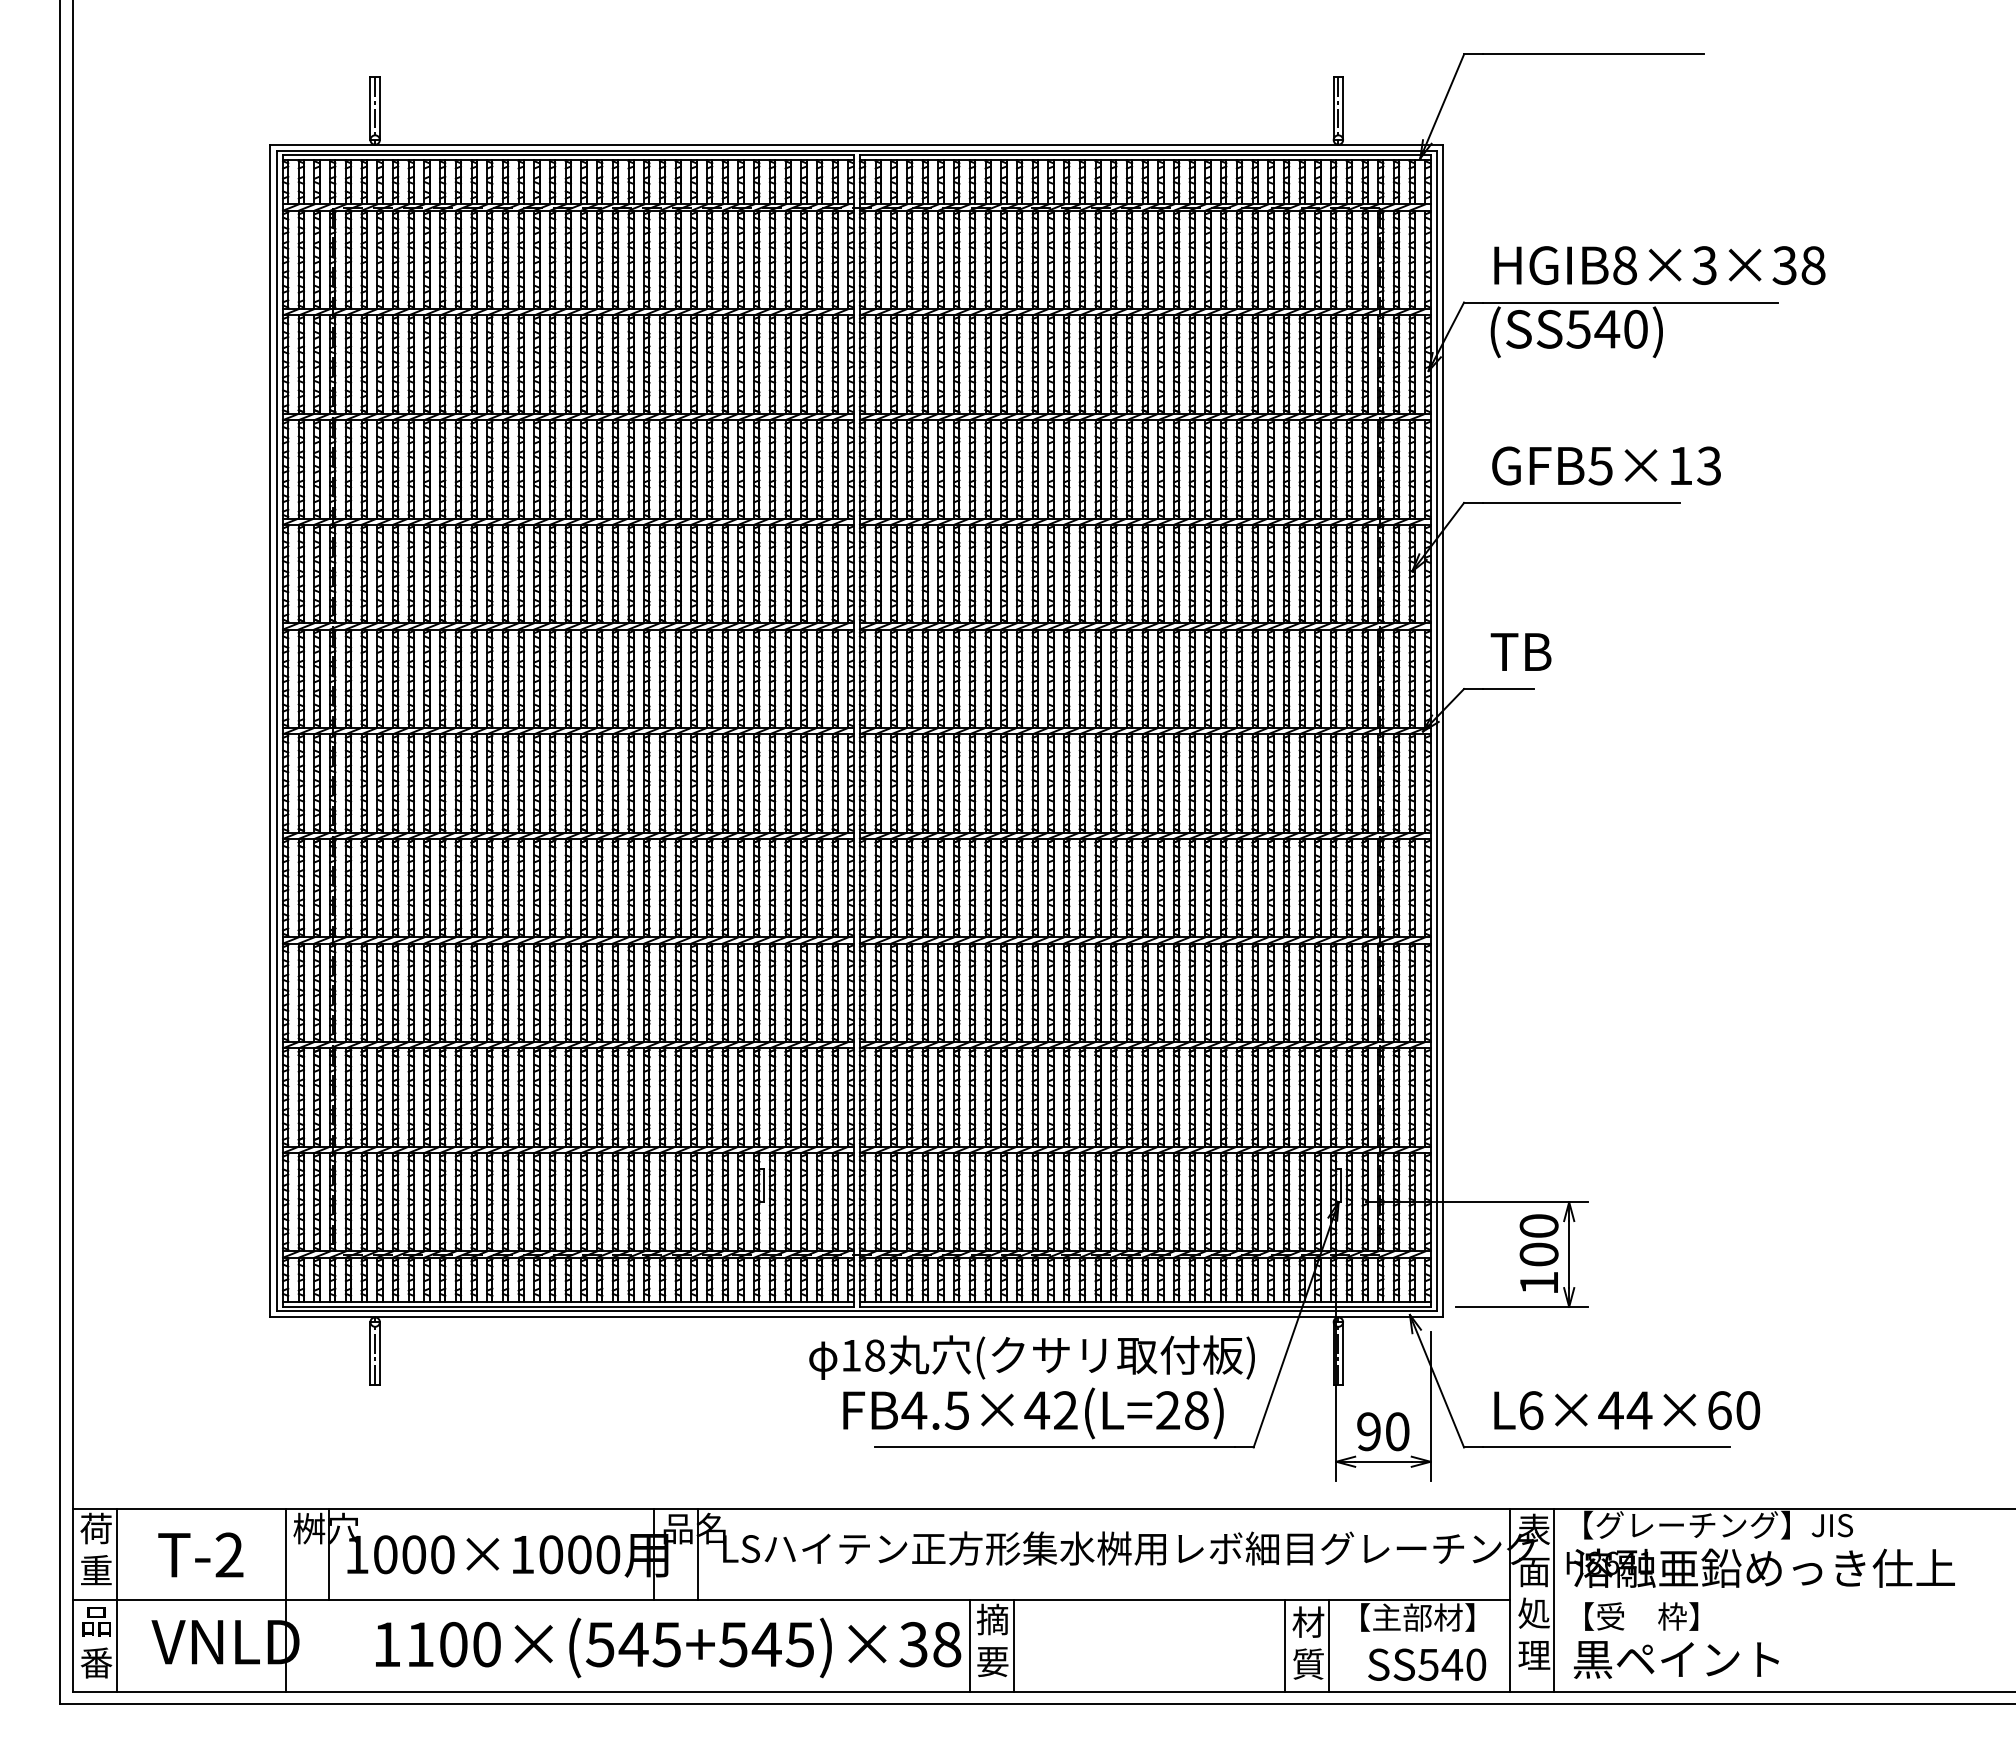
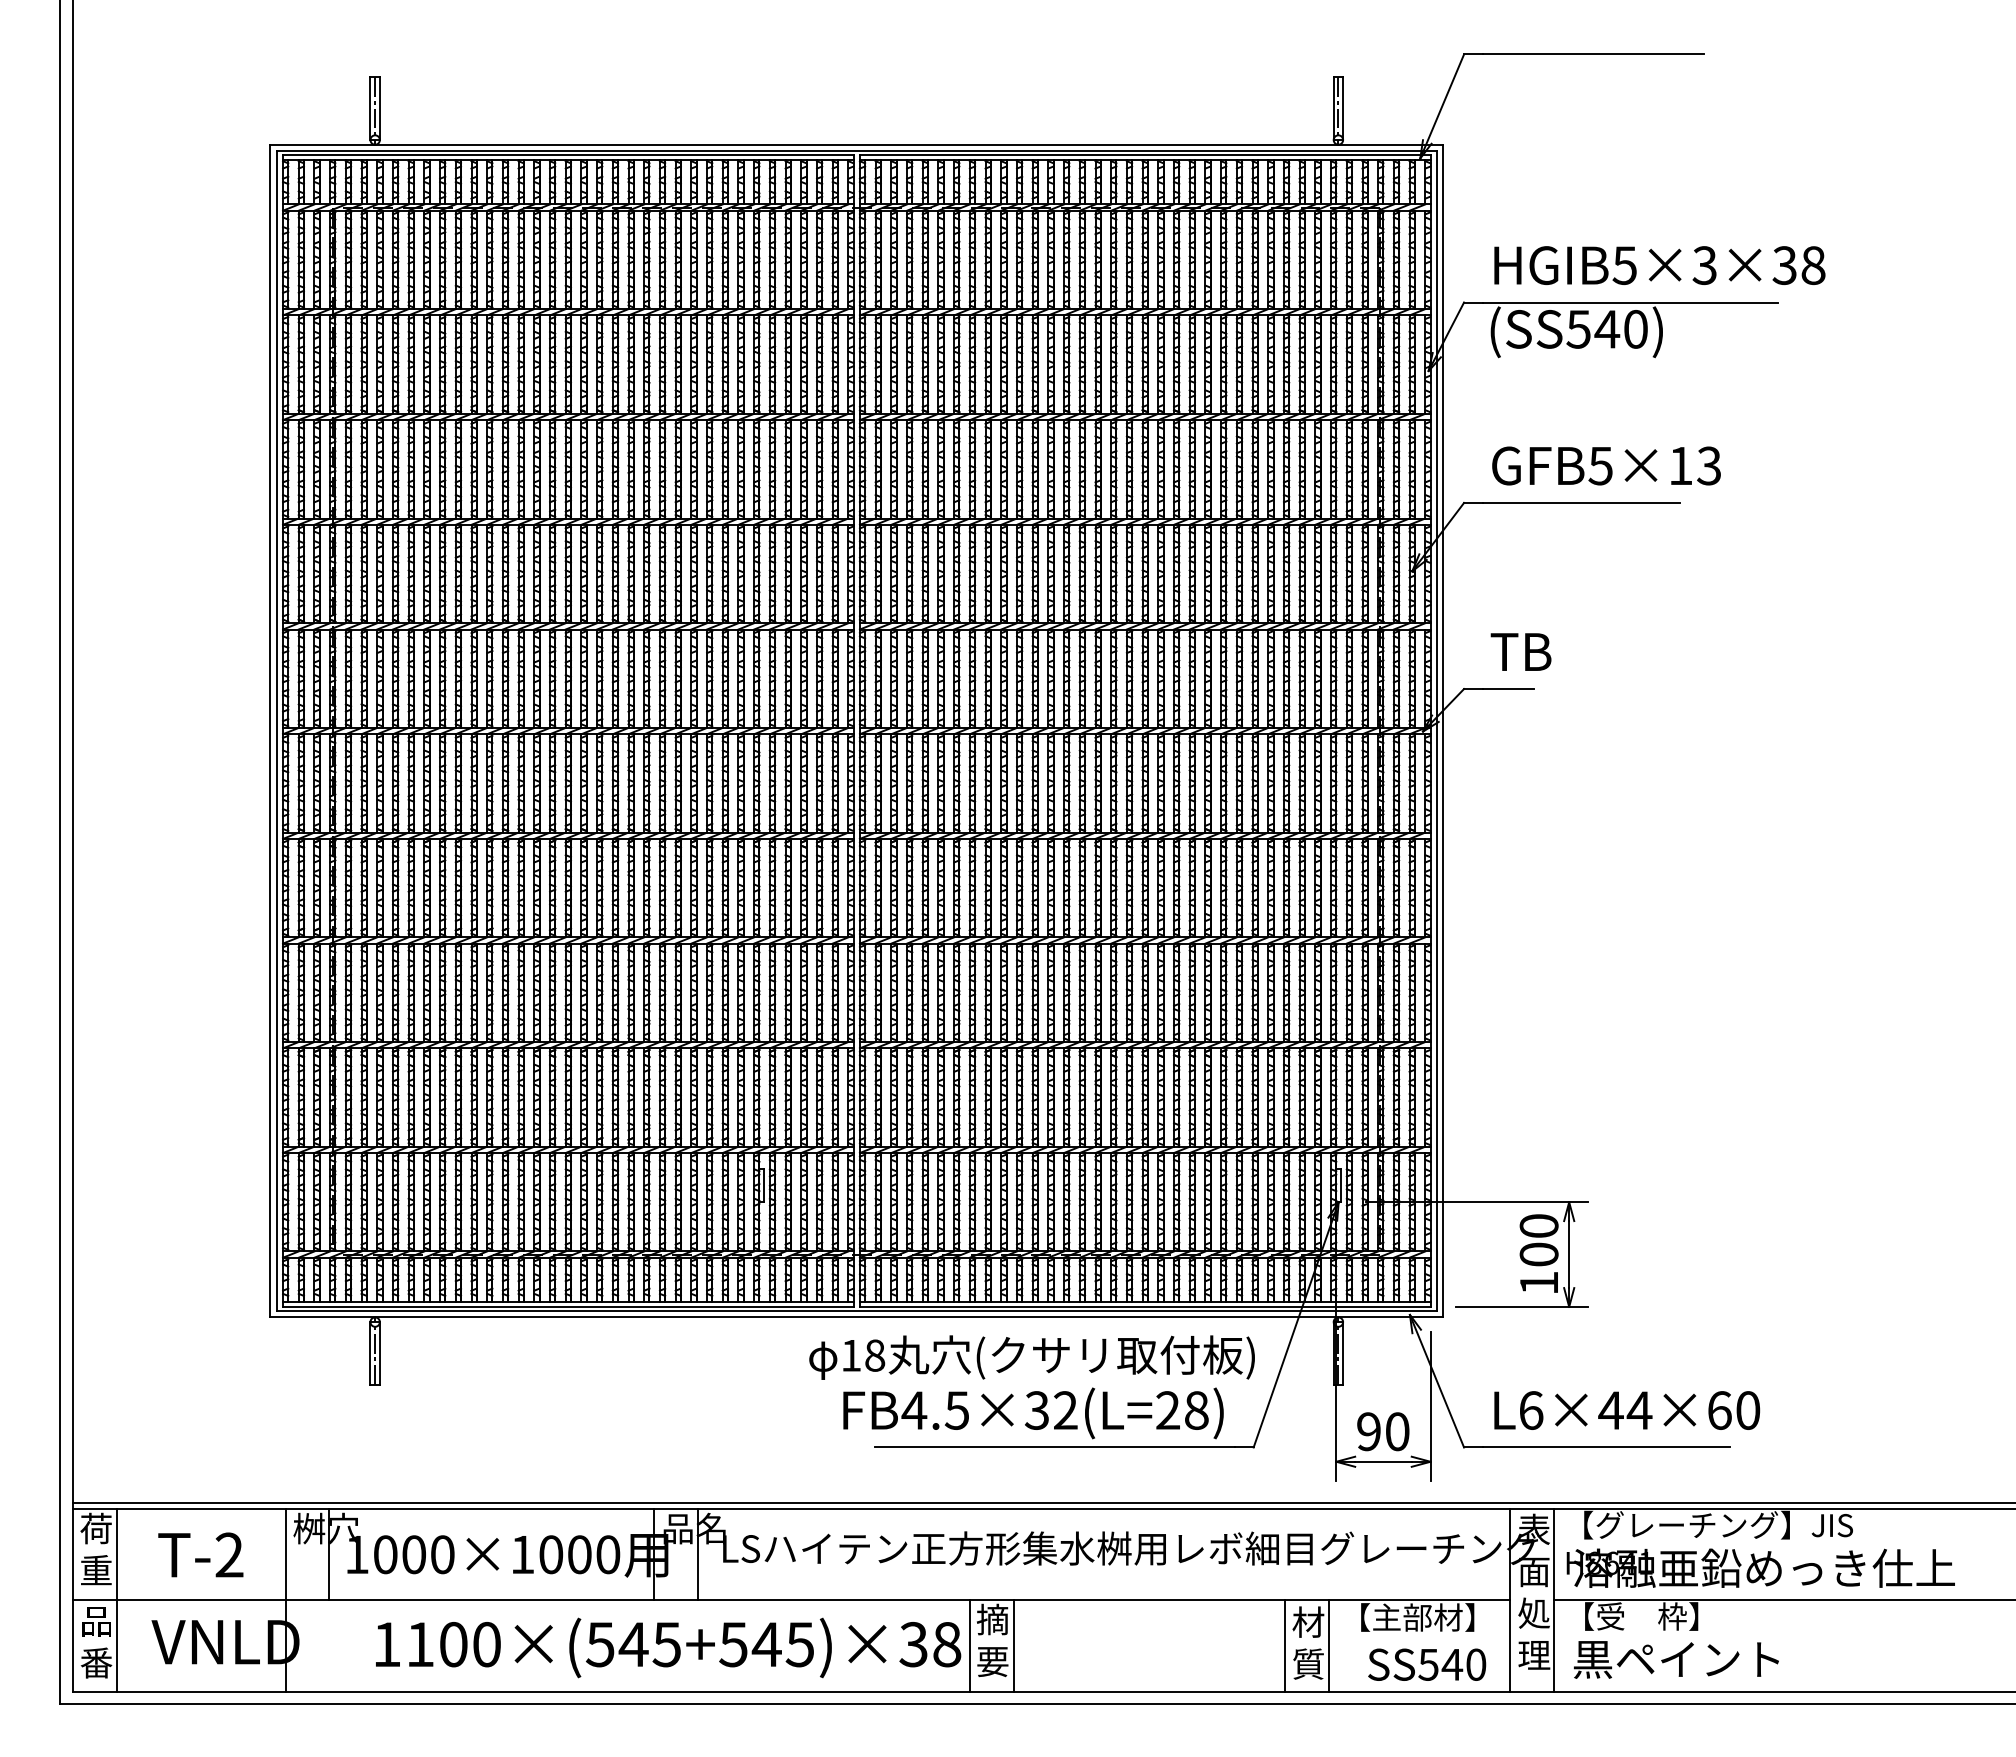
text at (1624, 265): HGIB8×3×38 -> HGIB5×3×38
text at (1037, 1410): FB4.5×42(L=28) -> FB4.5×32(L=28)
line at (1042, 1502): none -> present
line at (1782, 1600): none -> present
